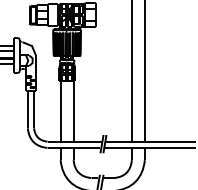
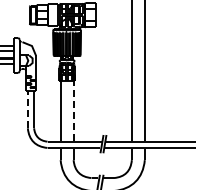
line at (27, 109): solid -> dashed
line at (73, 110): solid -> dashed
